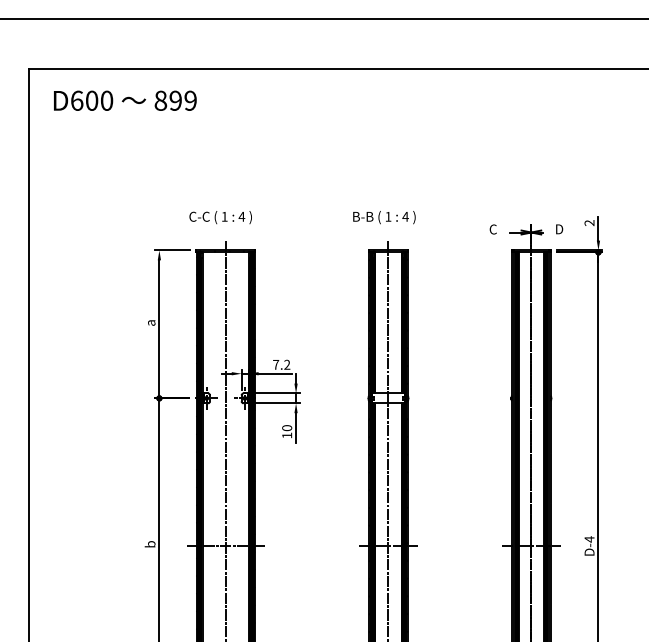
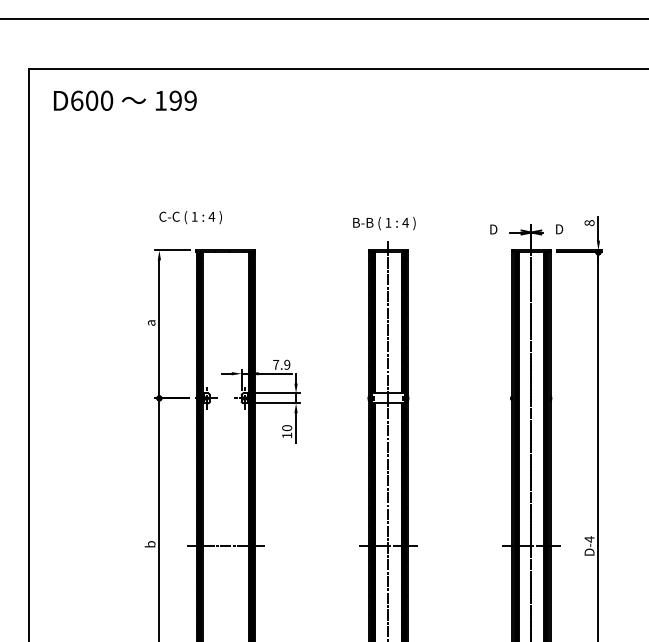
text at (160, 100): 899 -> 199
text at (220, 217) position: (220, 217) -> (190, 217)
text at (384, 217) position: (384, 217) -> (384, 223)
text at (589, 223): 2 -> 8
text at (493, 229): C -> D
text at (287, 364): 7.2 -> 7.9
line at (225, 439): present -> none
